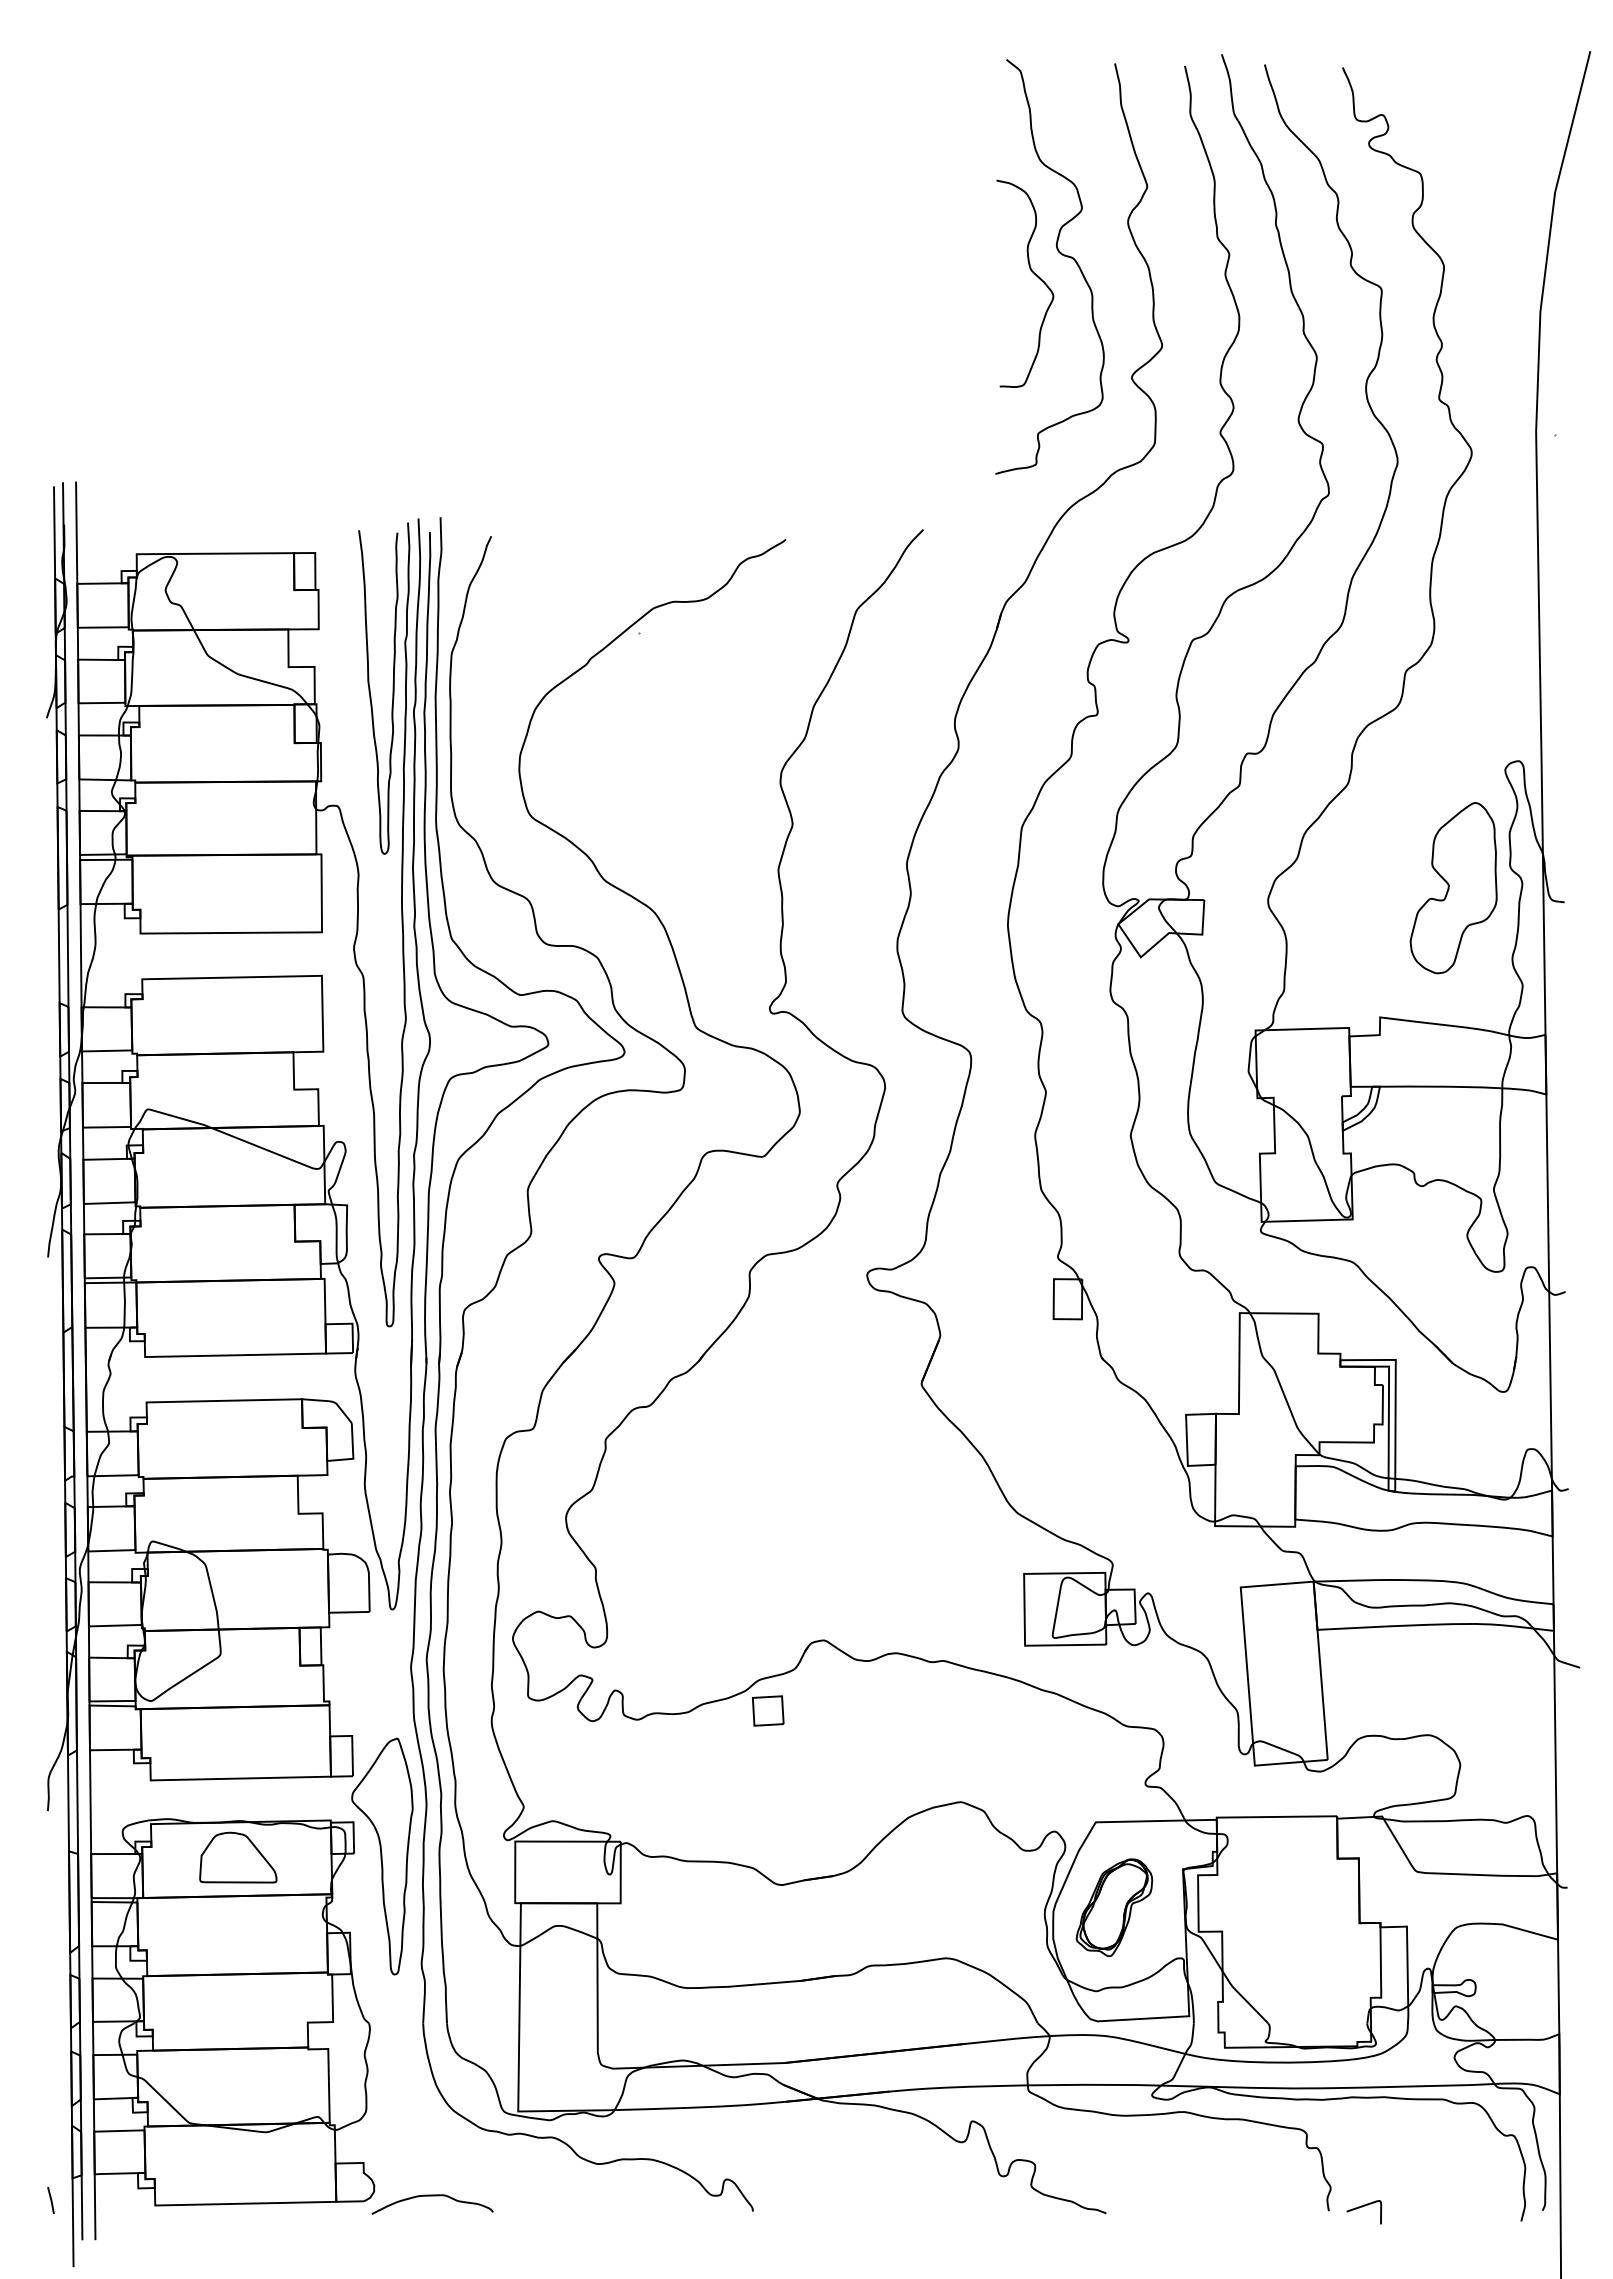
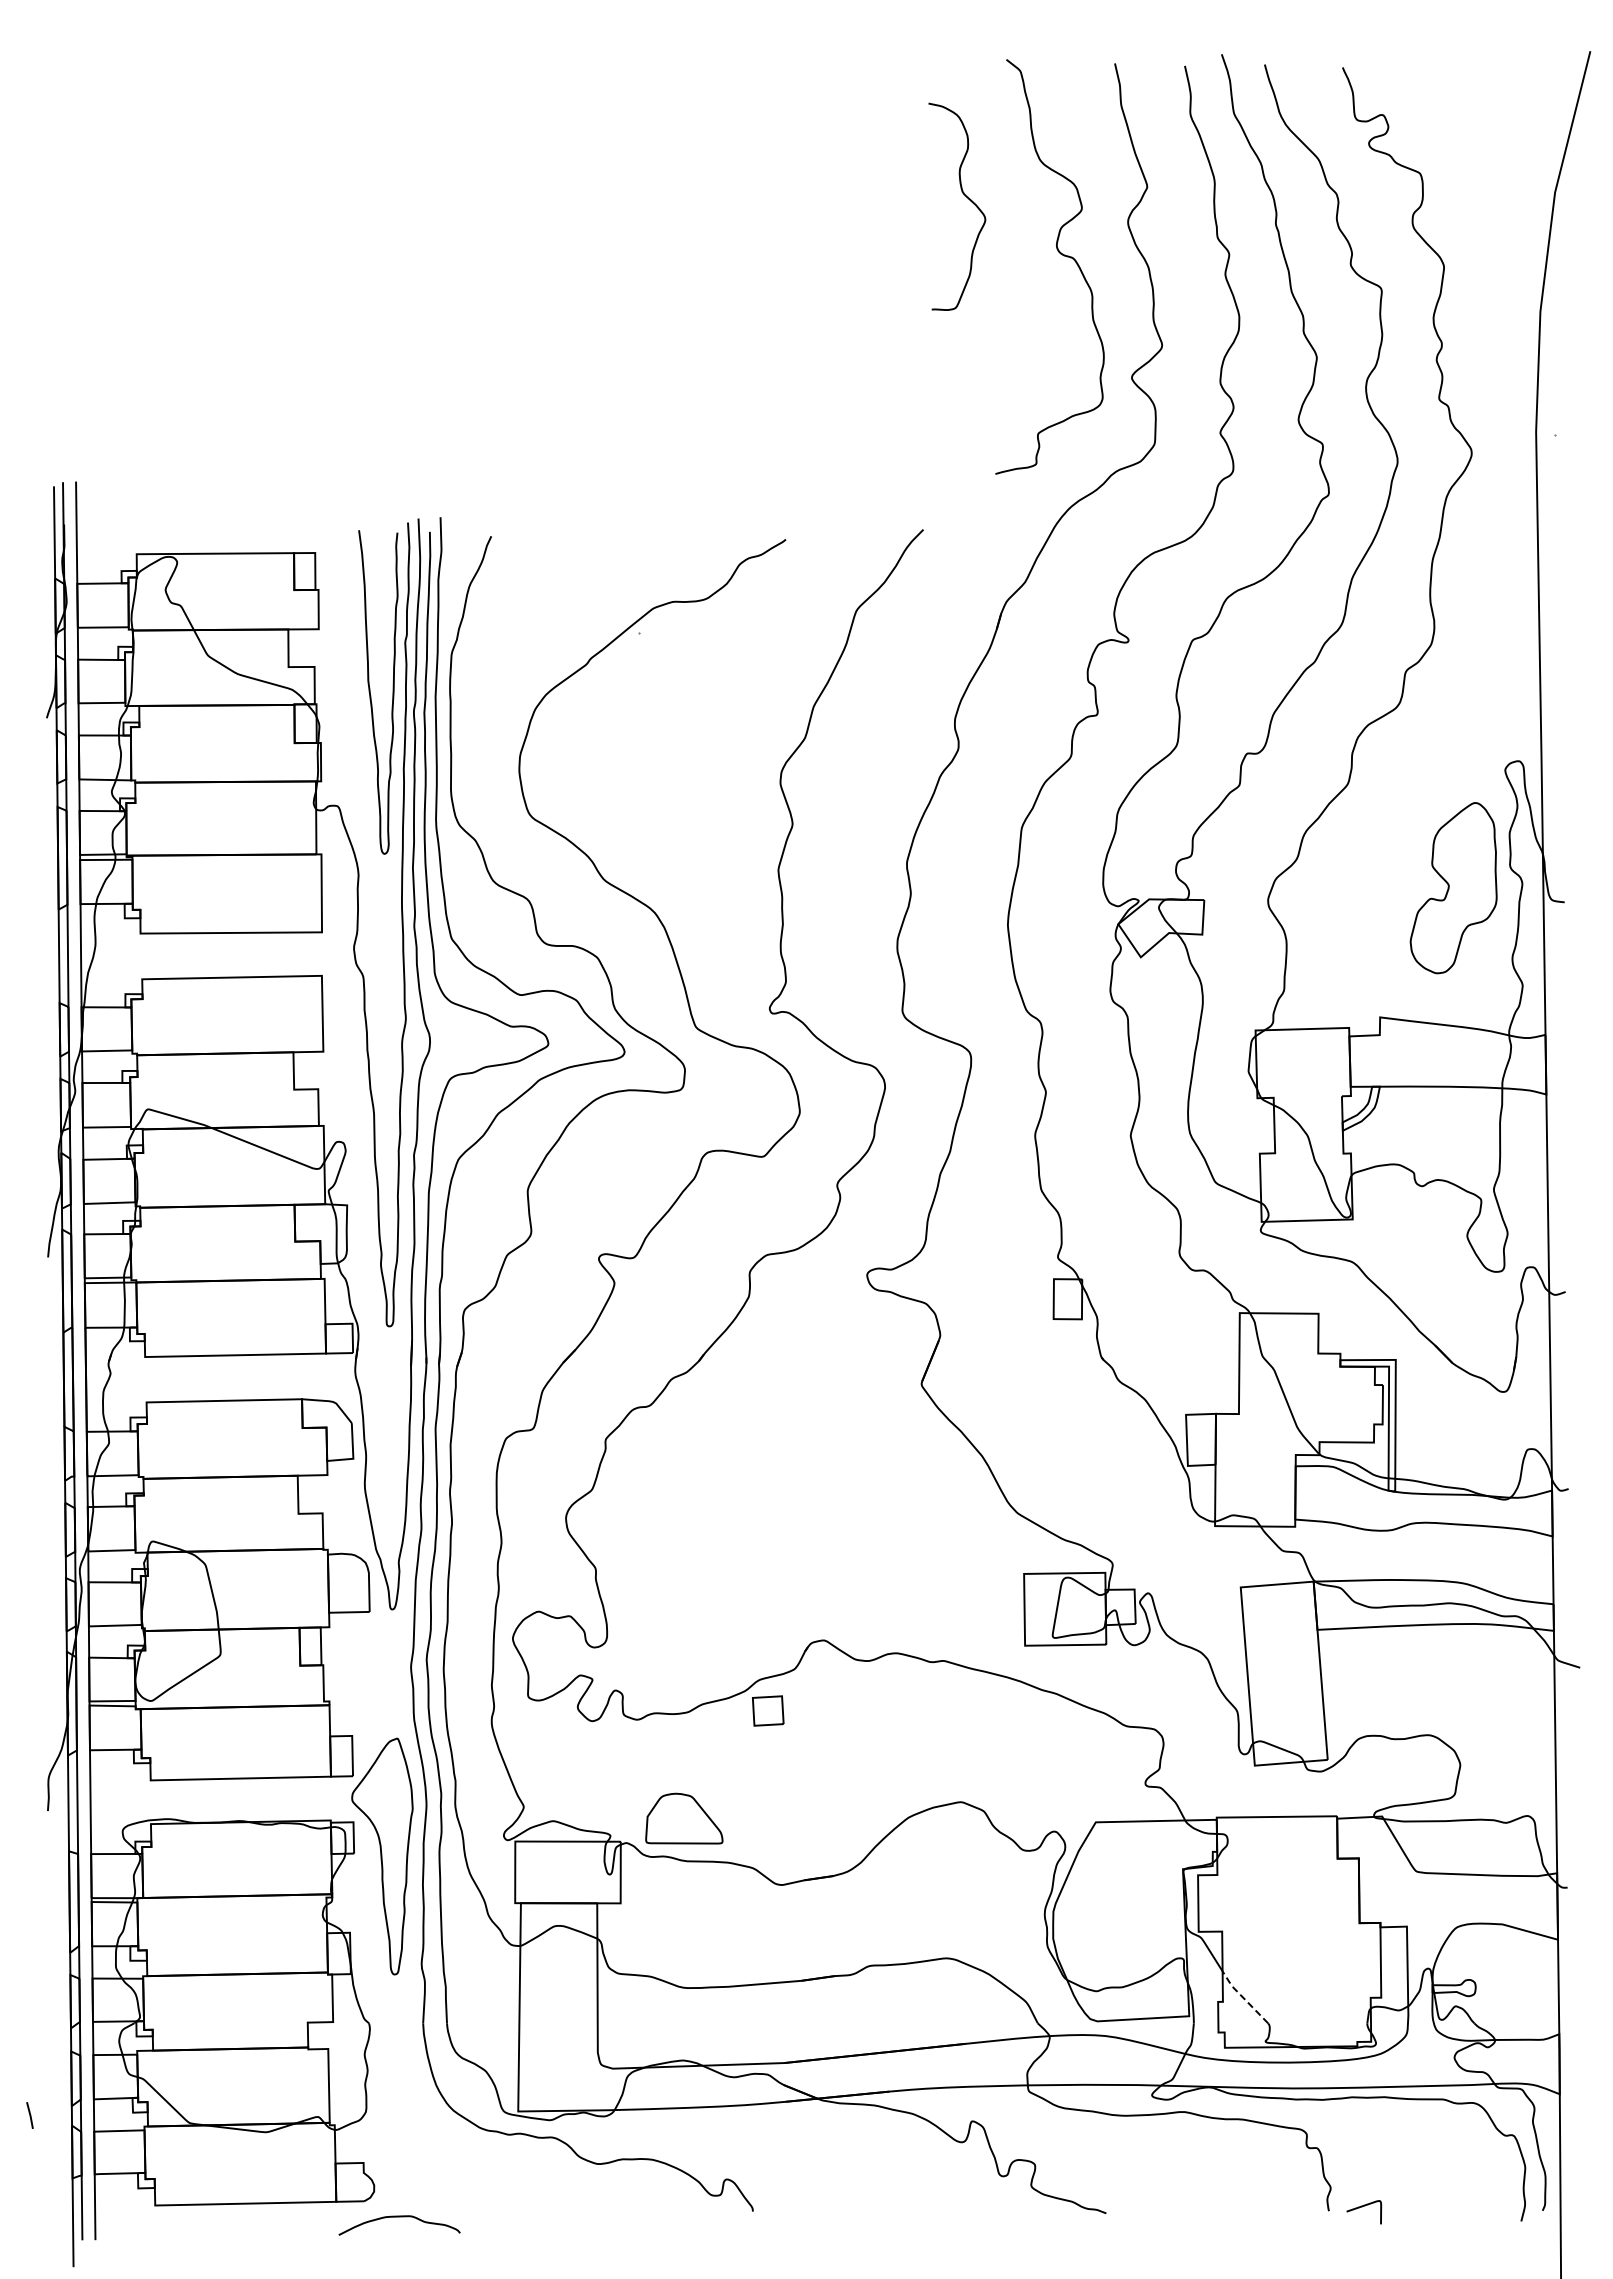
curve at (1034, 274) position: (1034, 274) -> (966, 197)
part at (238, 1857) position: (238, 1857) -> (684, 1818)
part at (1114, 1907): present -> none
line at (1242, 1997): solid -> dashed
curve at (432, 2196) position: (432, 2196) -> (399, 2217)
line at (50, 2200) position: (50, 2200) -> (29, 2115)
